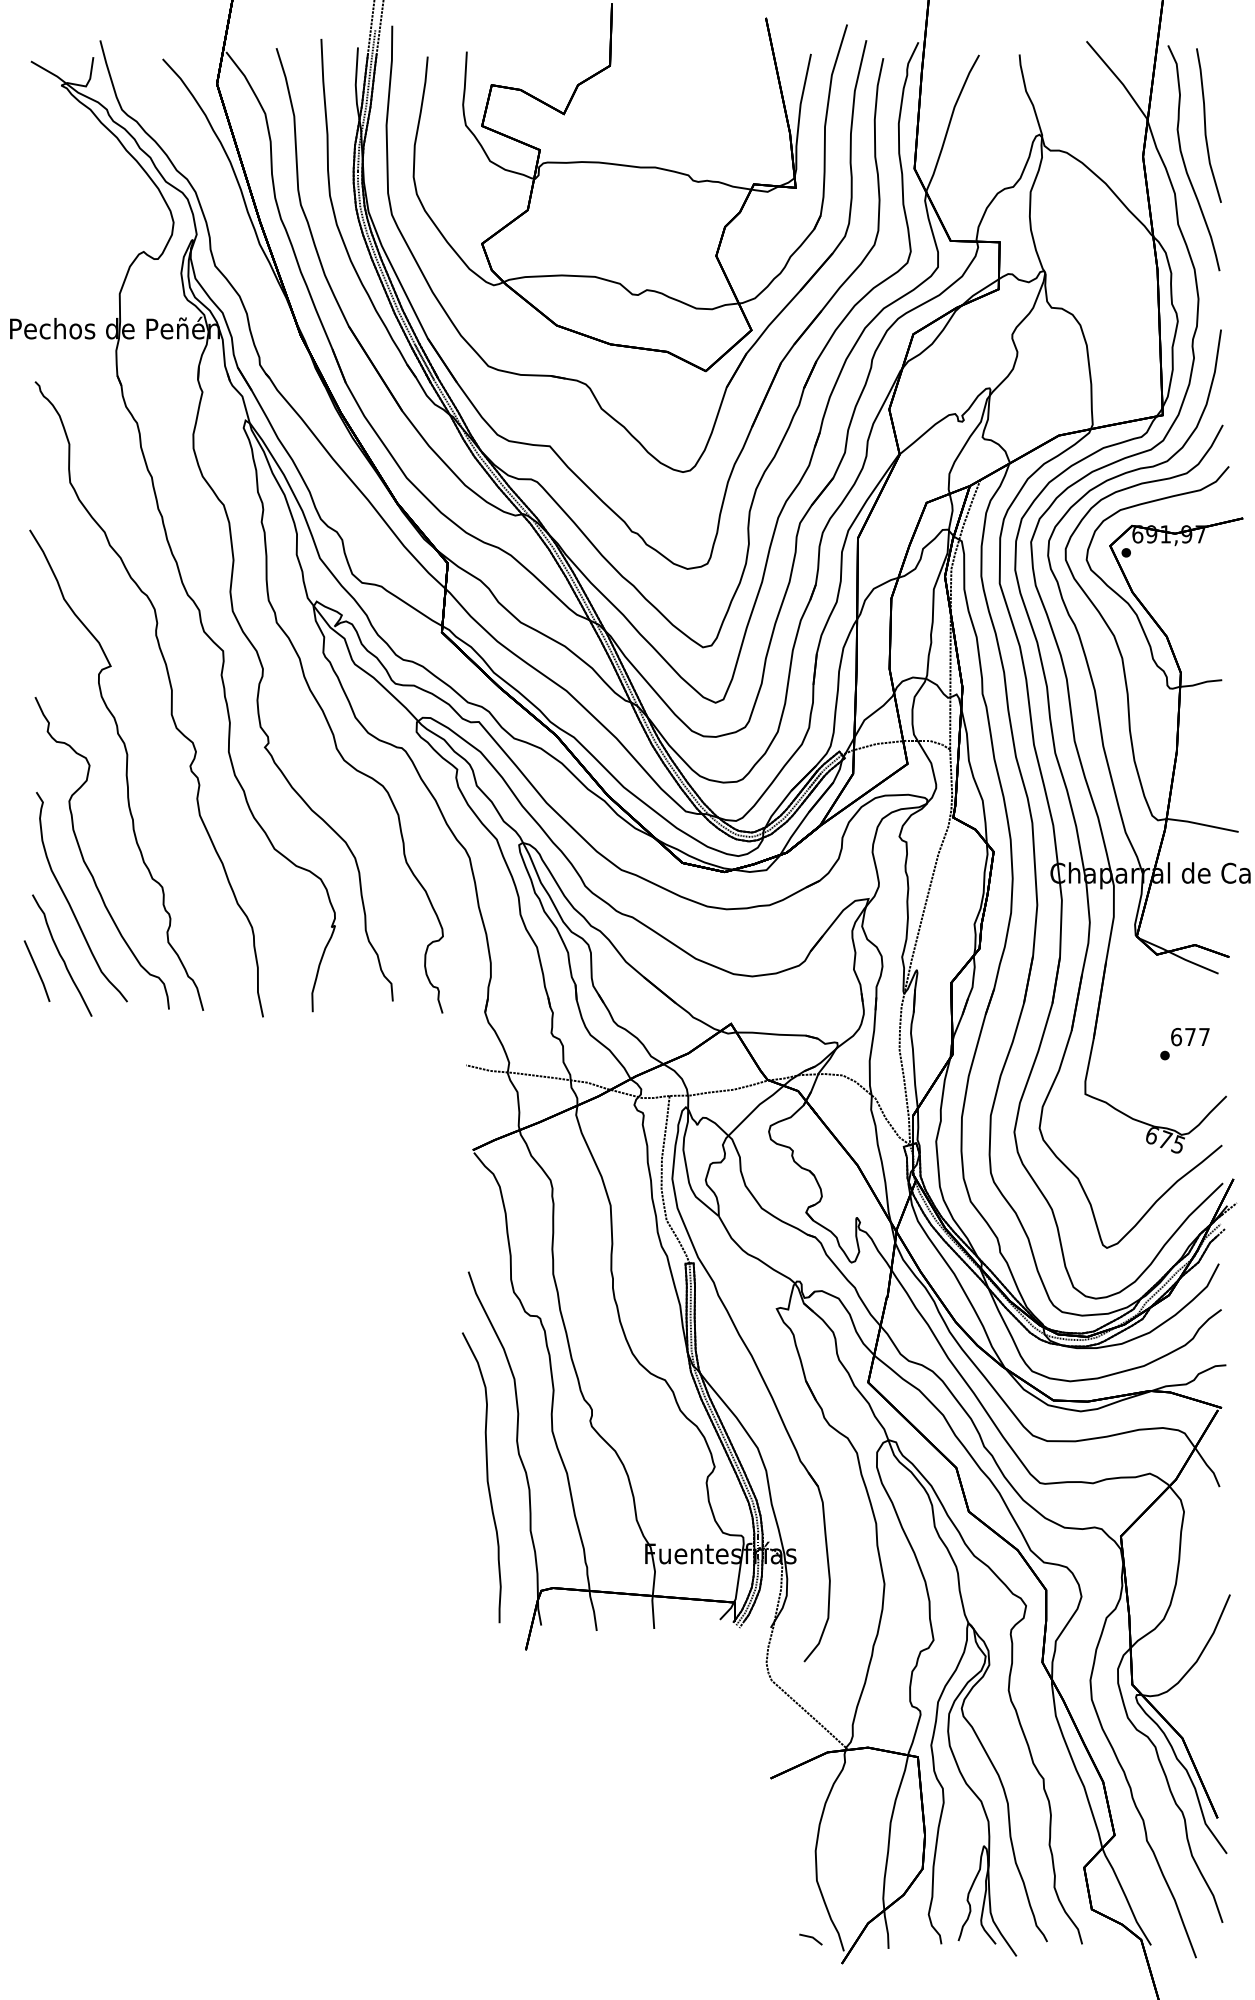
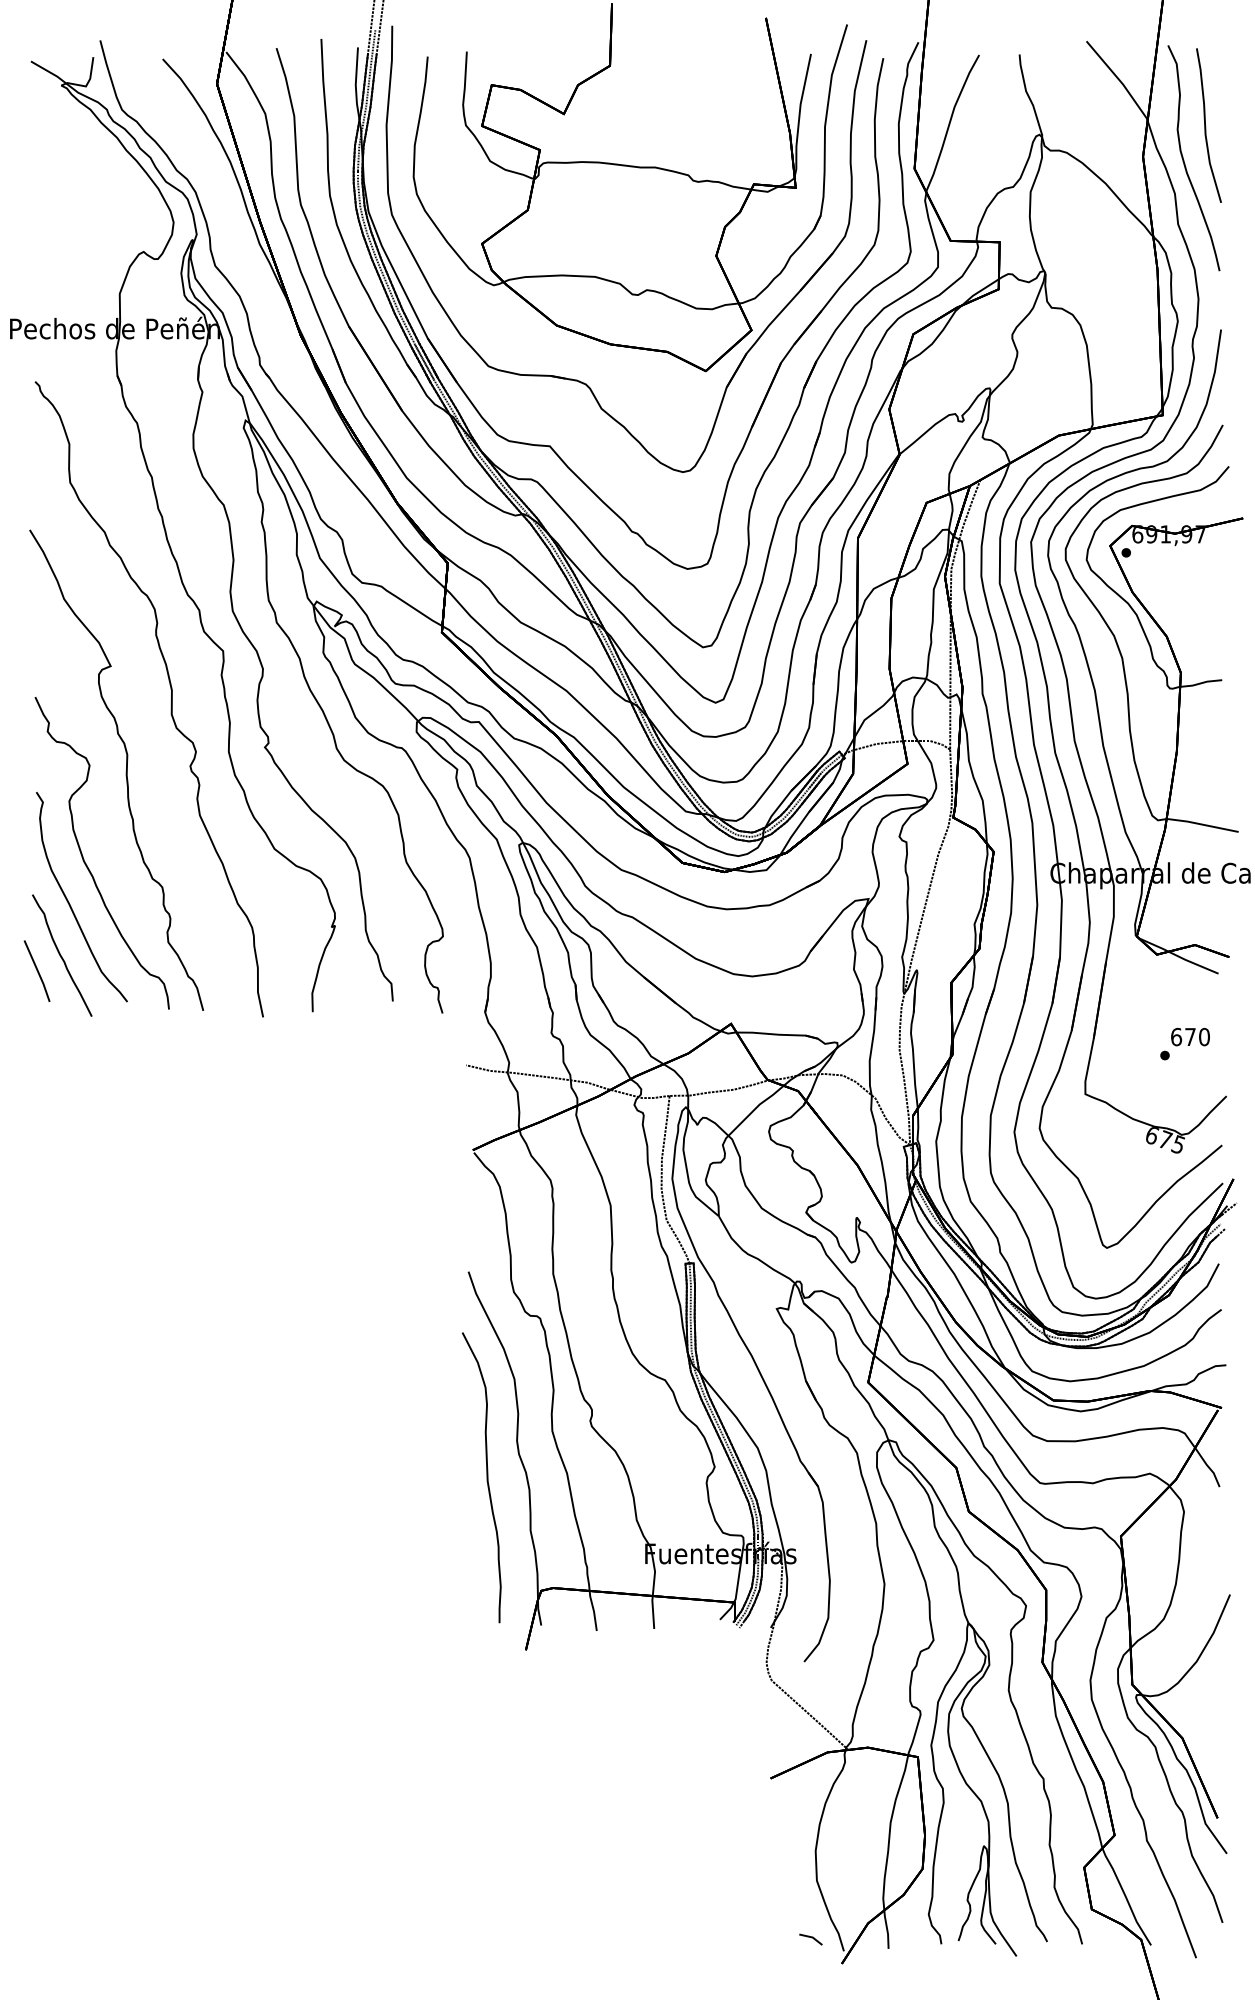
text at (1204, 1036): 677 -> 670
